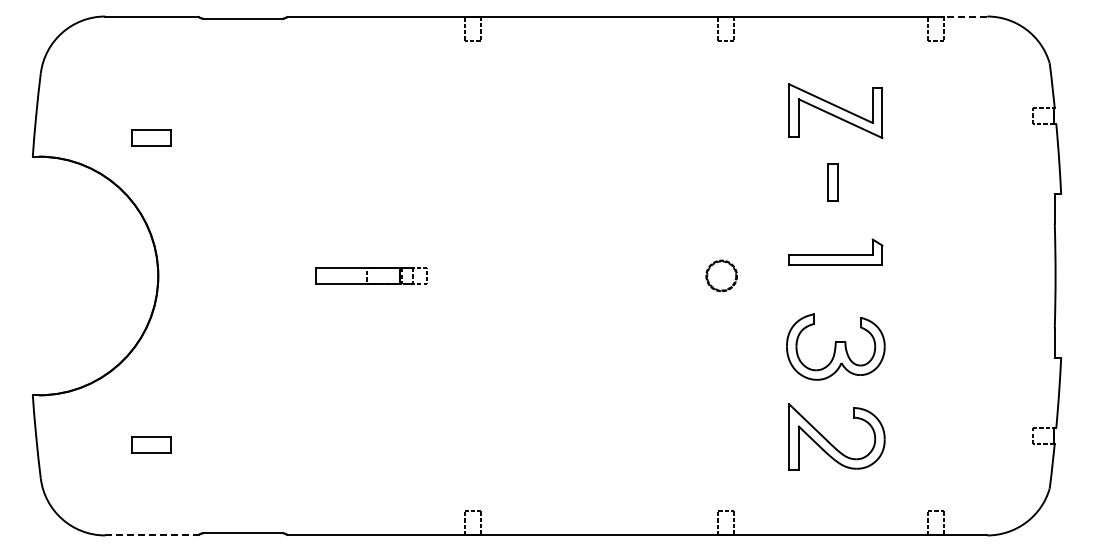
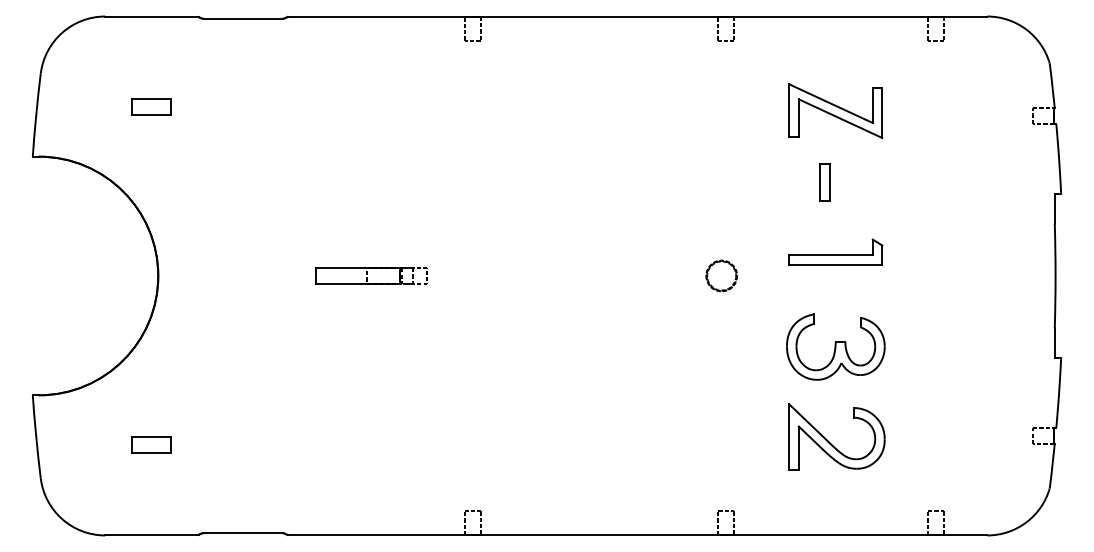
line at (965, 16): dashed -> solid
part at (151, 137) position: (151, 137) -> (151, 106)
part at (832, 182) position: (832, 182) -> (824, 182)
line at (152, 535): dashed -> solid
